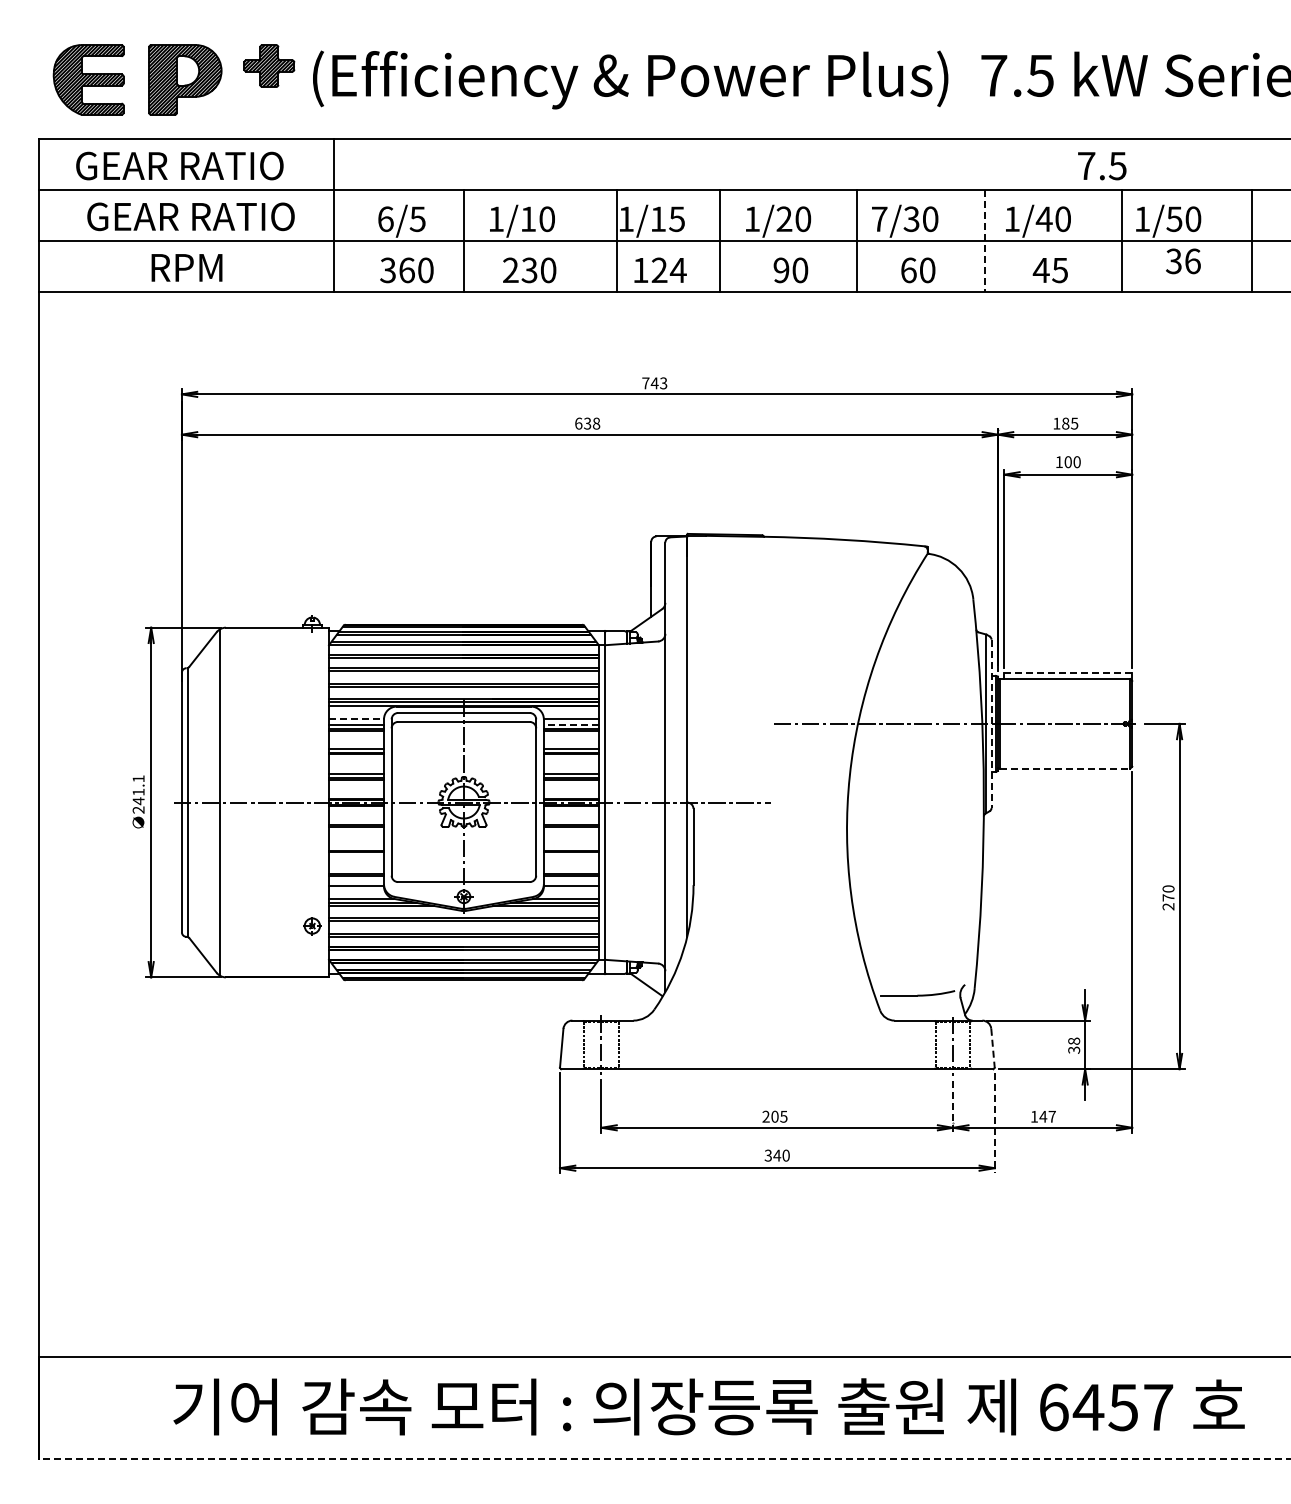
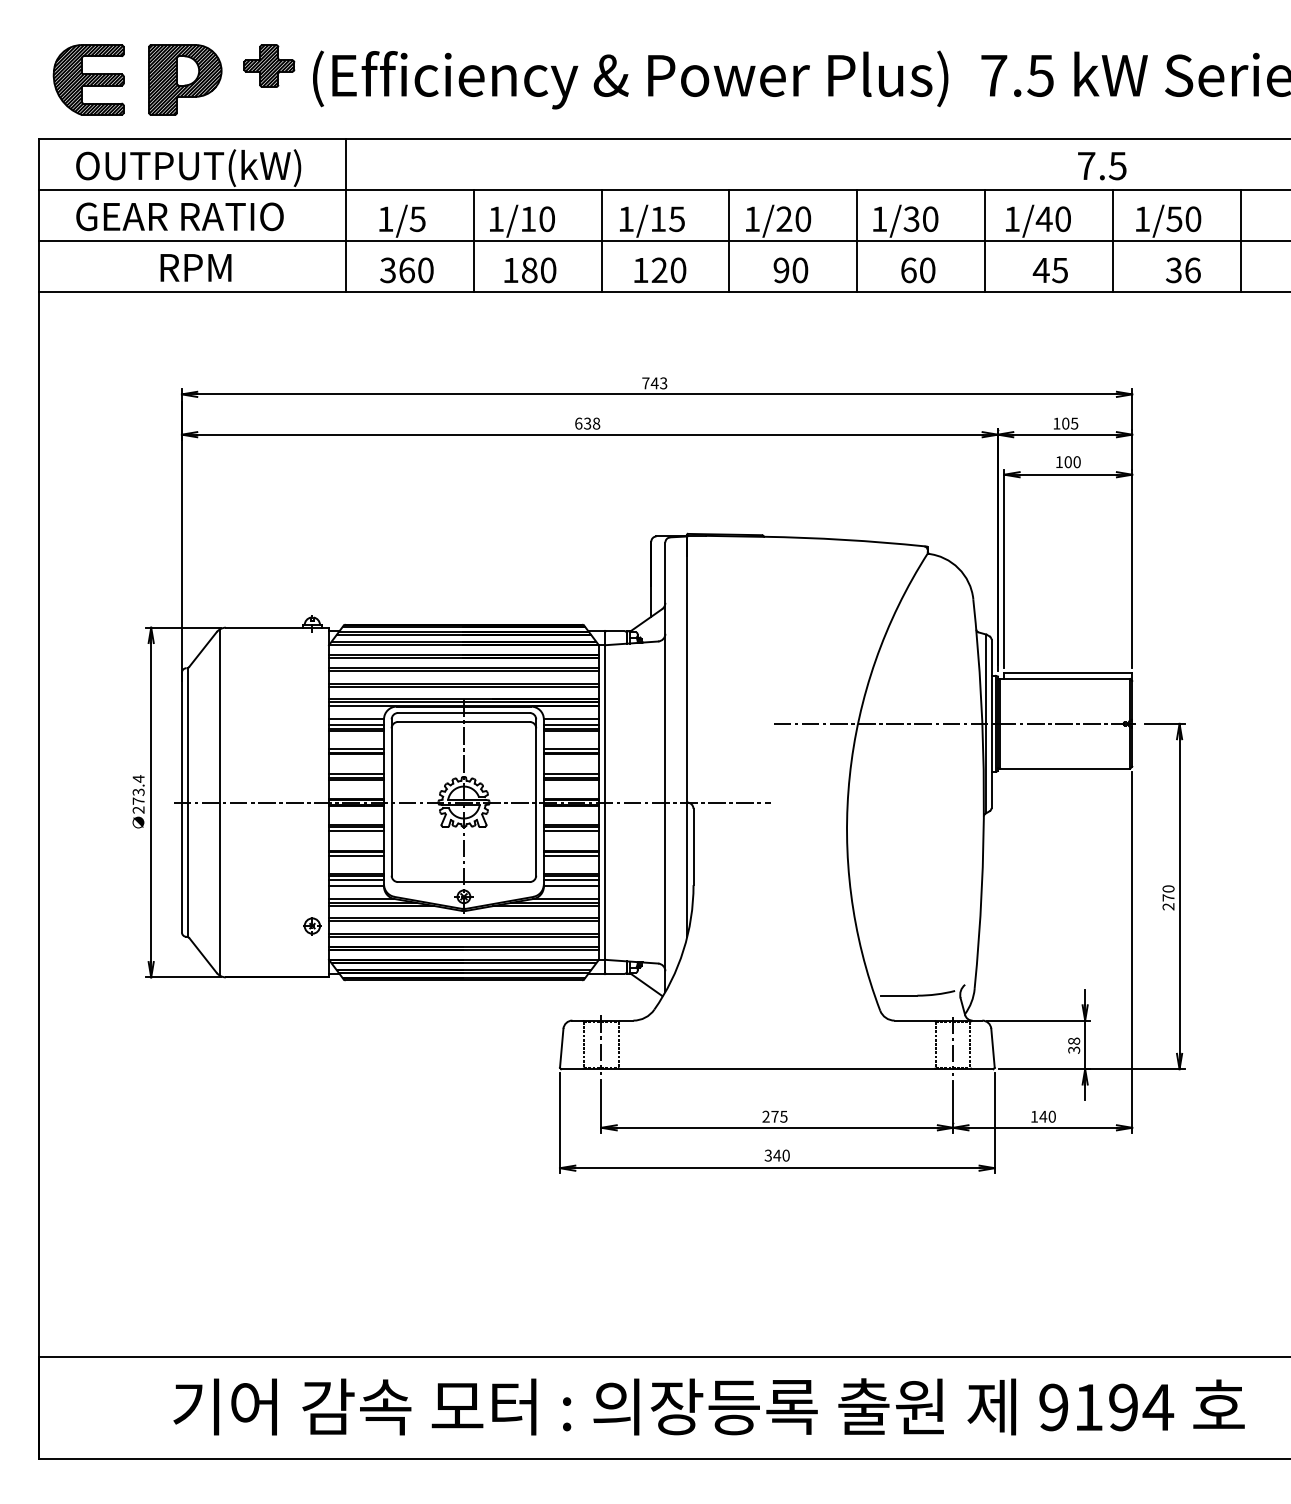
text at (189, 168): GEAR RATIO -> OUTPUT(kW)
line at (333, 215) position: (333, 215) -> (345, 215)
text at (190, 216) position: (190, 216) -> (179, 216)
text at (879, 218): 7/30 -> 1/30
text at (385, 219): 6/5 -> 1/5
line at (463, 241) position: (463, 241) -> (473, 241)
line at (616, 241) position: (616, 241) -> (601, 241)
line at (720, 241) position: (720, 241) -> (729, 241)
line at (985, 241): dashed -> solid
line at (1122, 241) position: (1122, 241) -> (1113, 241)
line at (1252, 241) position: (1252, 241) -> (1241, 241)
text at (1183, 261) position: (1183, 261) -> (1183, 270)
text at (186, 267) position: (186, 267) -> (195, 267)
text at (520, 270): 230 -> 180
text at (677, 270): 124 -> 120
text at (1065, 423): 185 -> 105
line at (1068, 673): dashed -> solid
line at (357, 719): dashed -> solid
line at (570, 724): dashed -> solid
line at (991, 724): dashed -> solid
line at (1065, 768): dashed -> solid
text at (138, 790): 241.1 -> 273.4
line at (356, 830): none -> present
line at (570, 830): none -> present
line at (356, 856): none -> present
line at (570, 856): none -> present
line at (356, 880): none -> present
line at (570, 880): none -> present
line at (993, 1048): dashed -> solid
line at (953, 1107): dashed -> solid
text at (774, 1116): 205 -> 275
text at (1051, 1116): 147 -> 140
line at (994, 1123): dashed -> solid
text at (1106, 1407): 6457 -> 9194
line at (664, 1458): dashed -> solid
